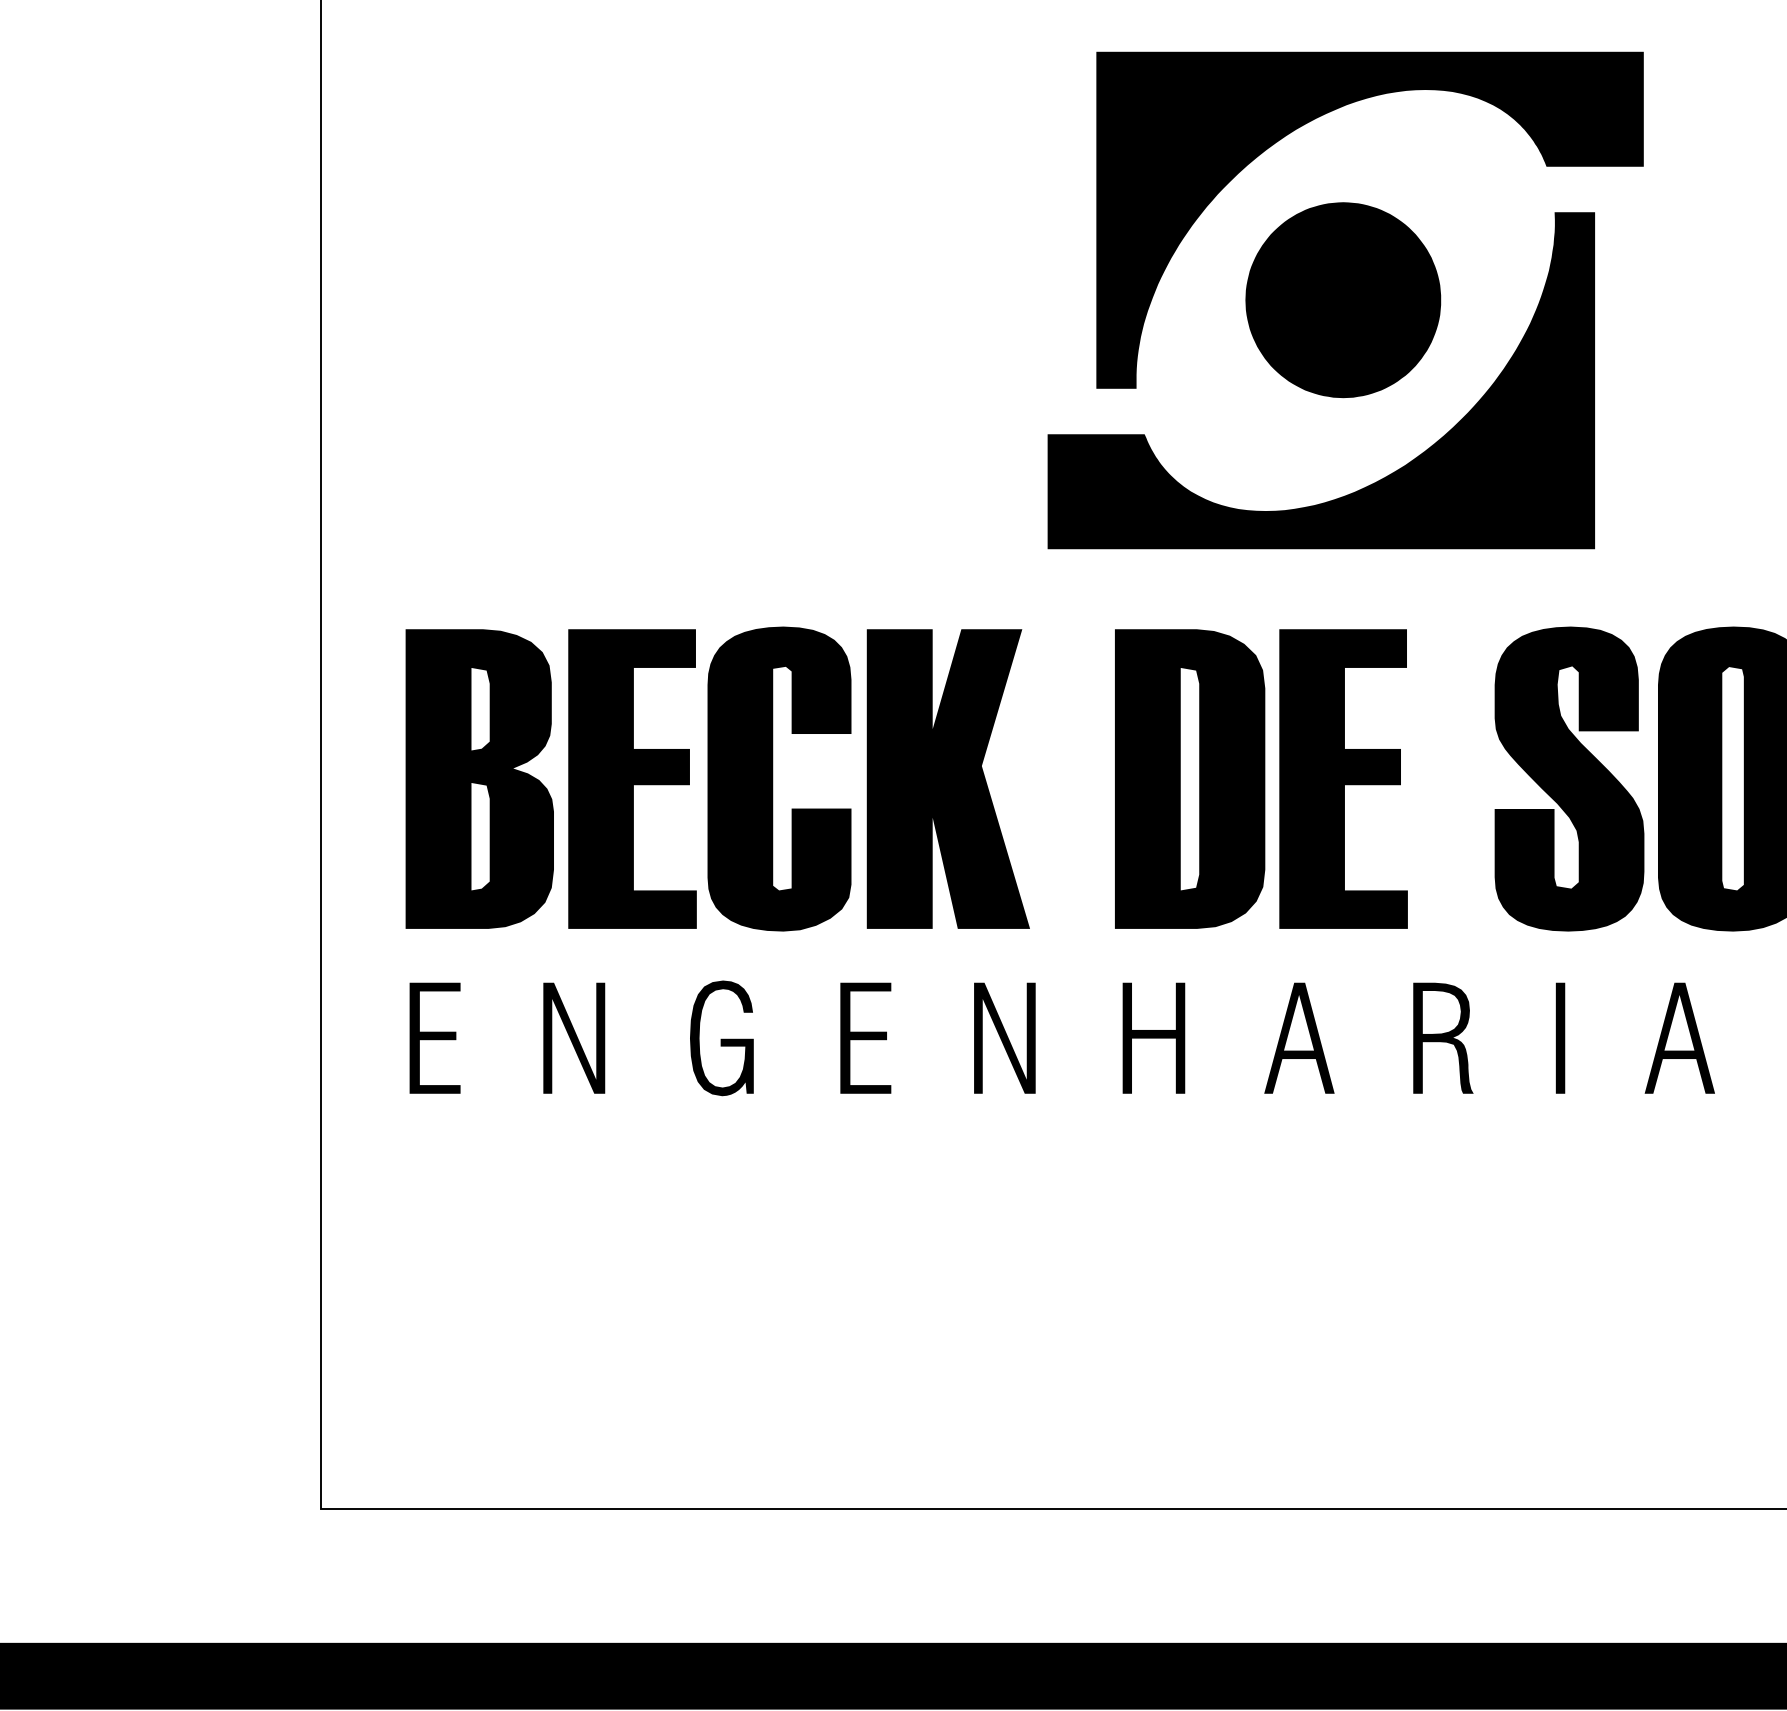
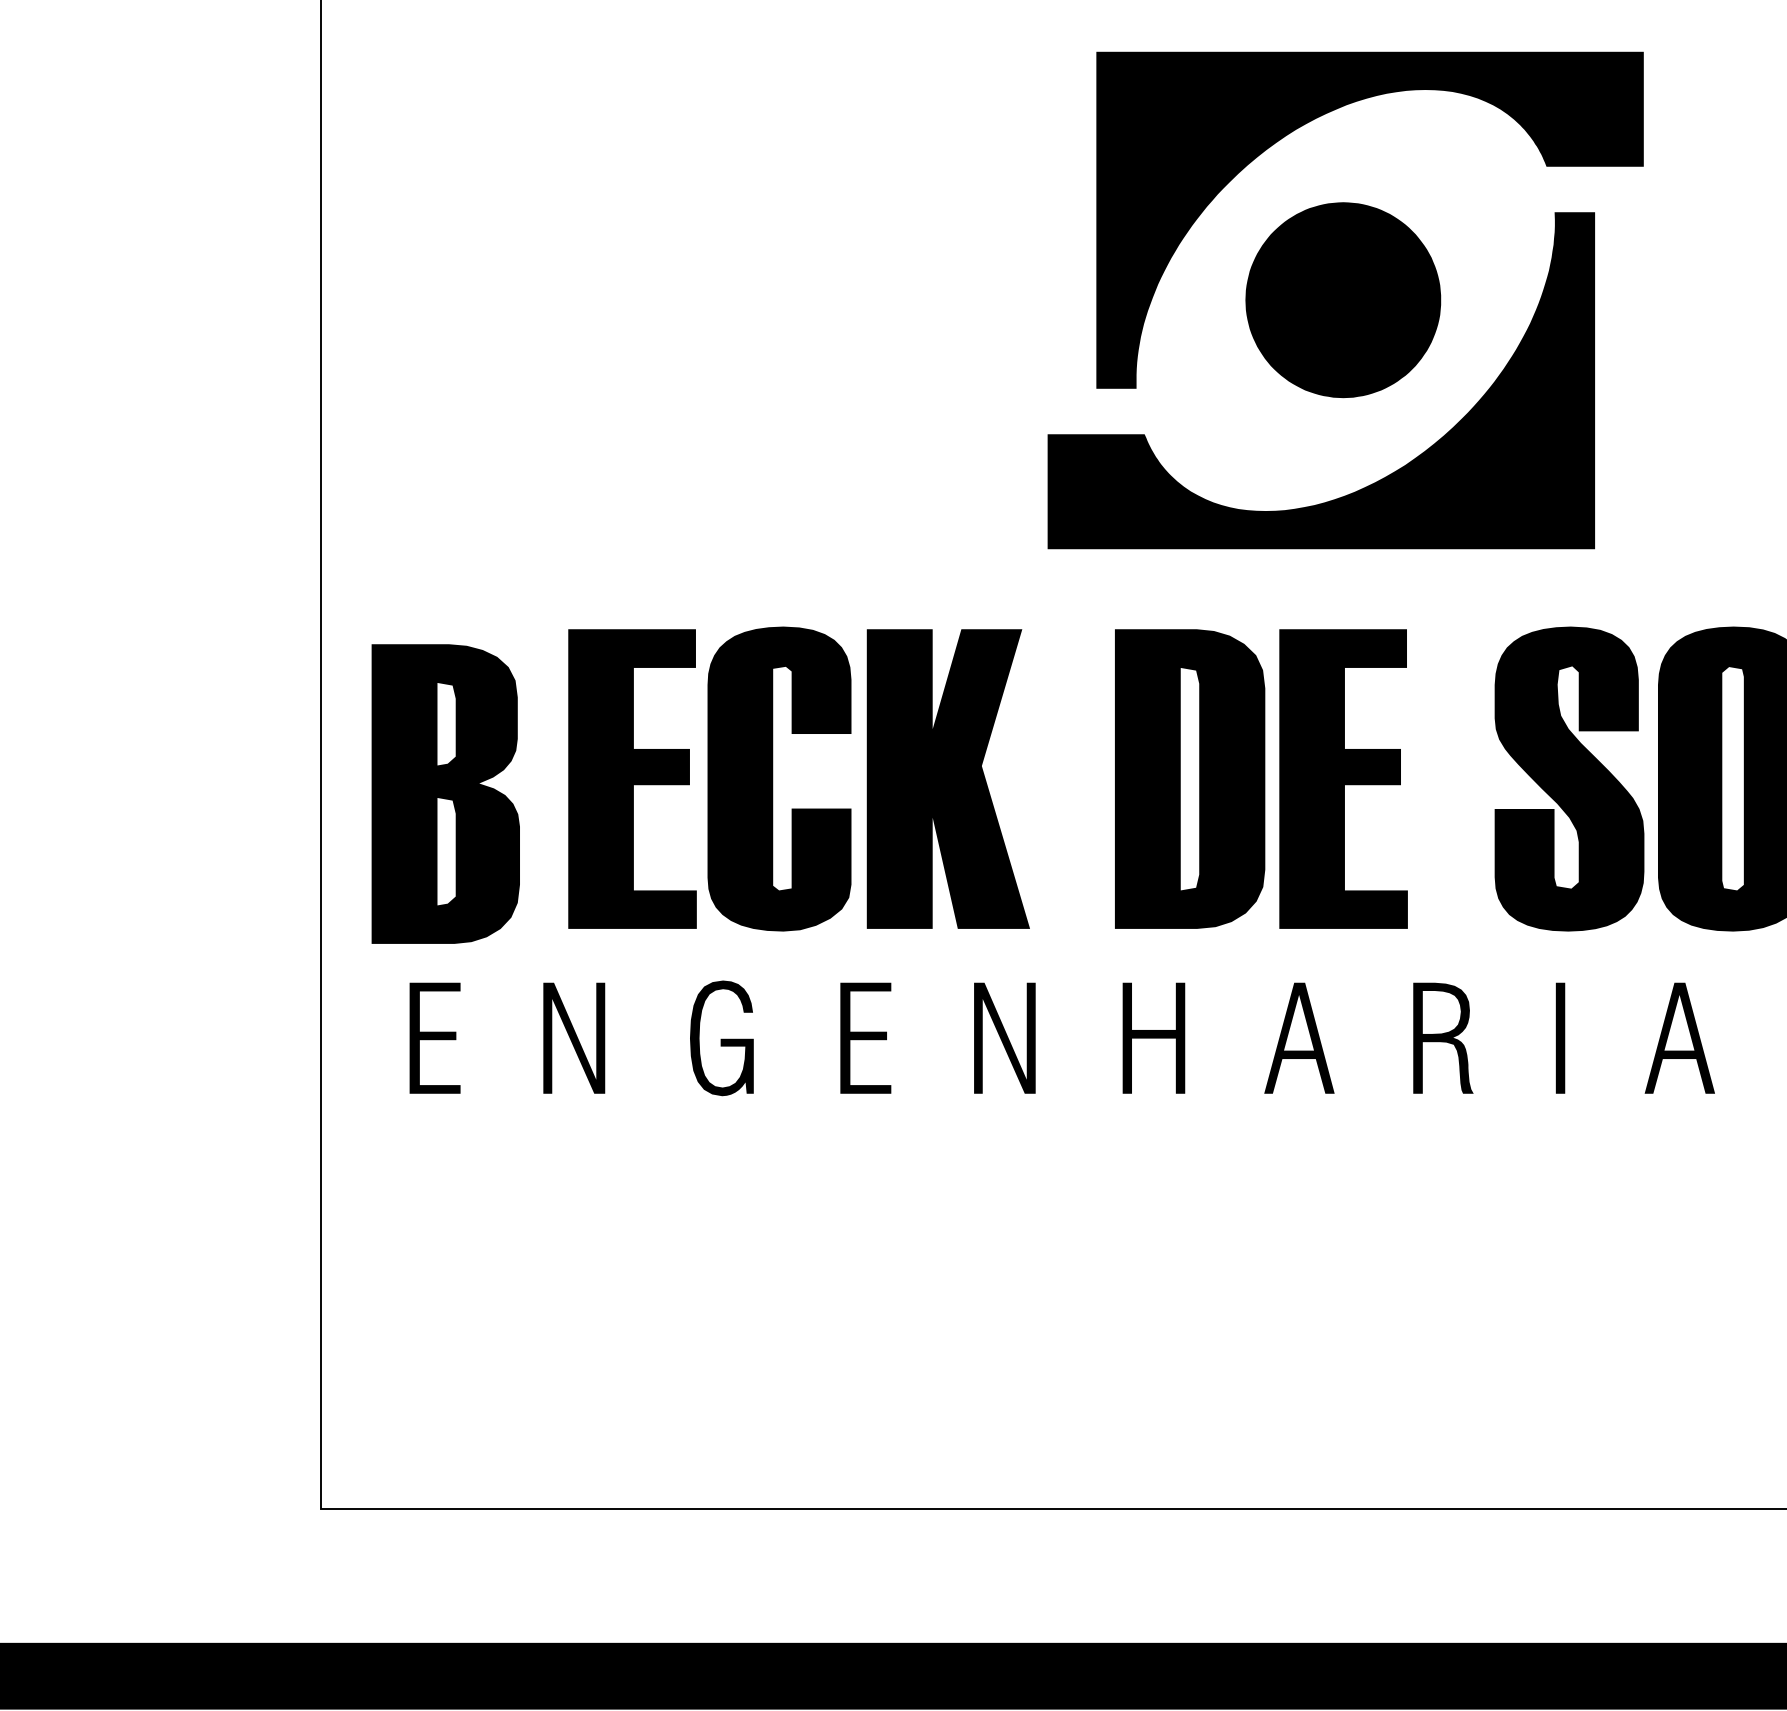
part at (479, 778) position: (479, 778) -> (445, 793)
